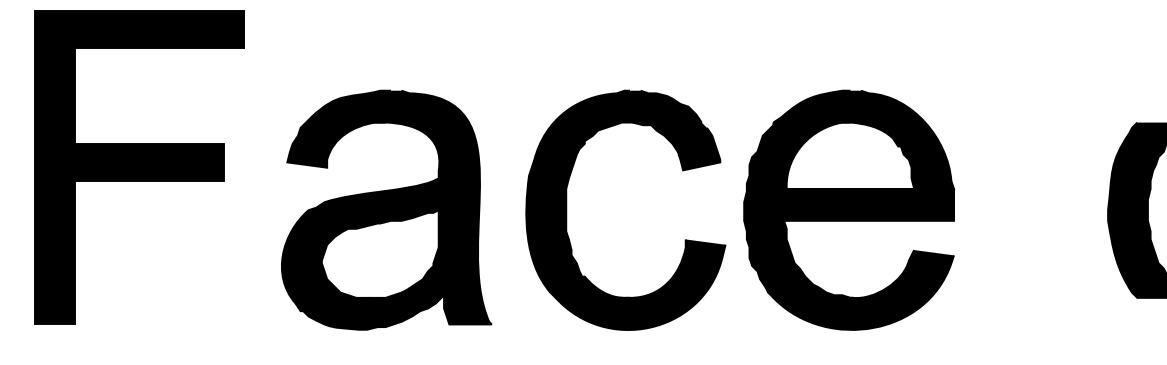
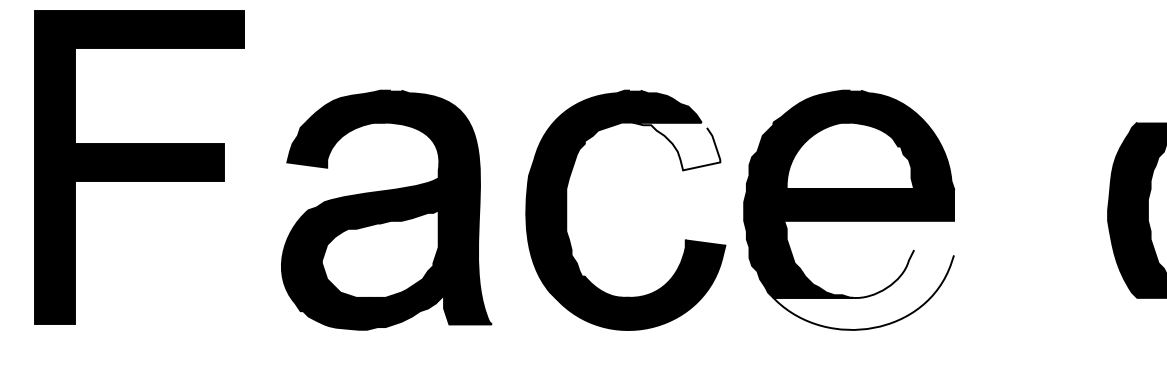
fill at (676, 146): present -> none
fill at (863, 289): present -> none
